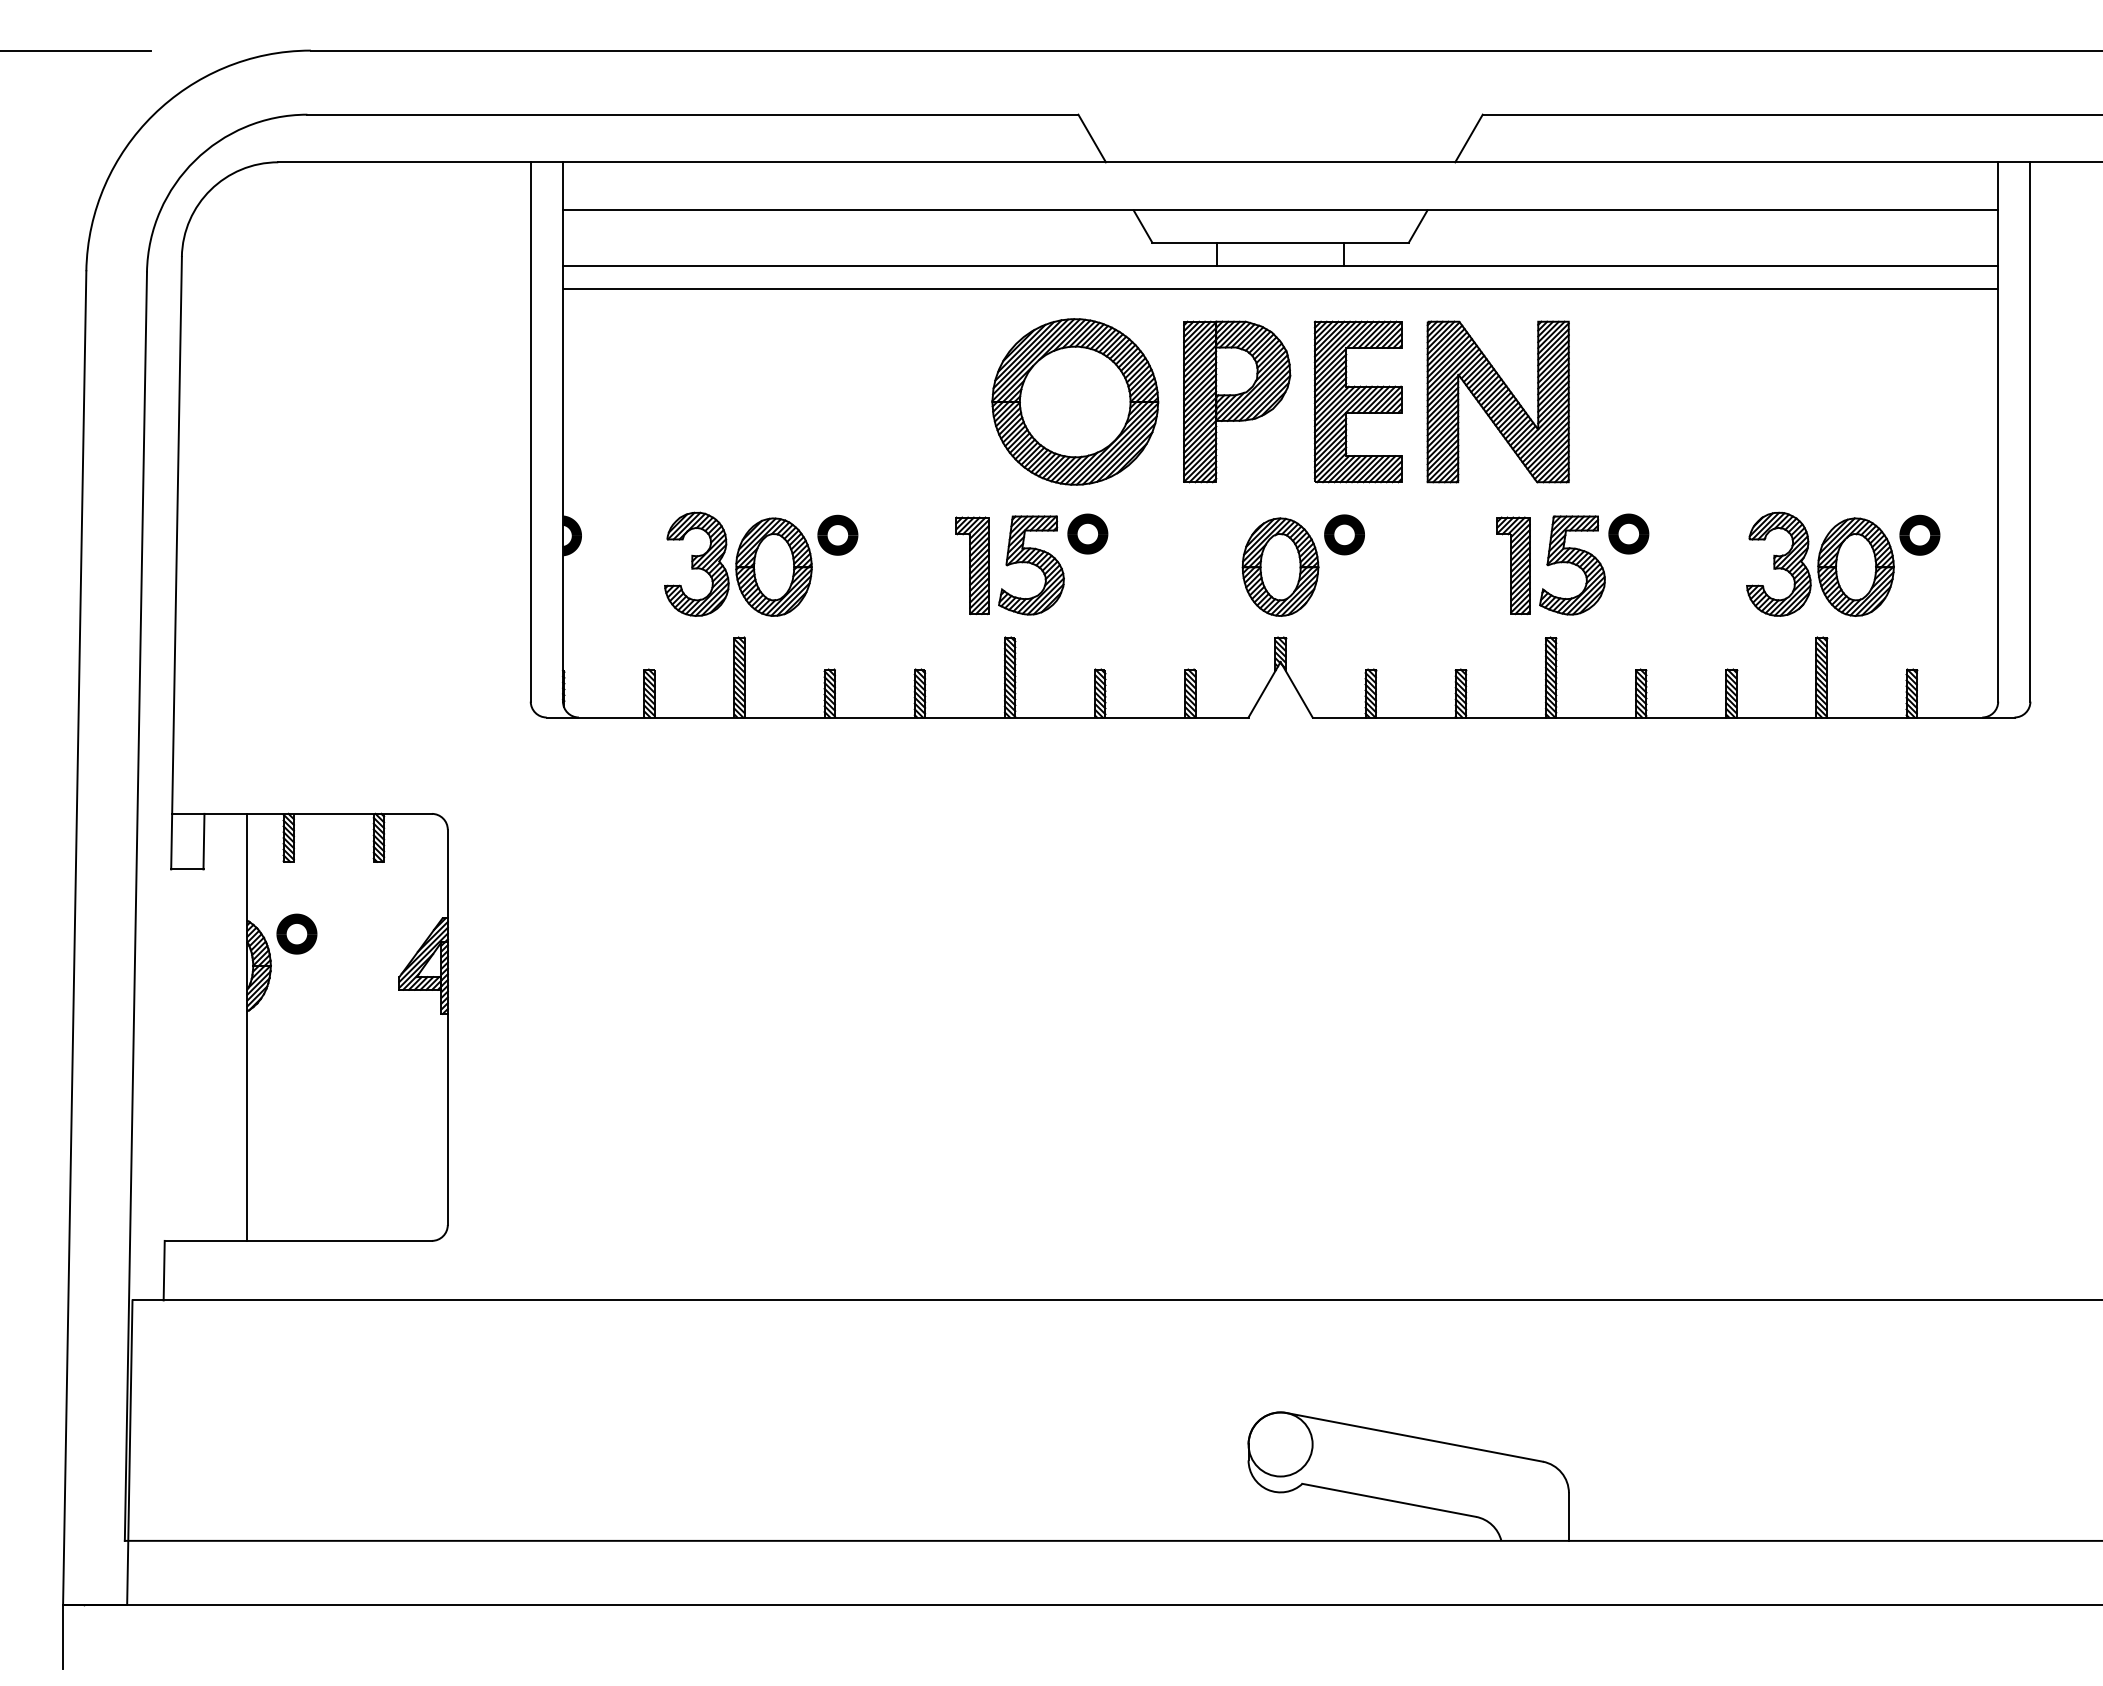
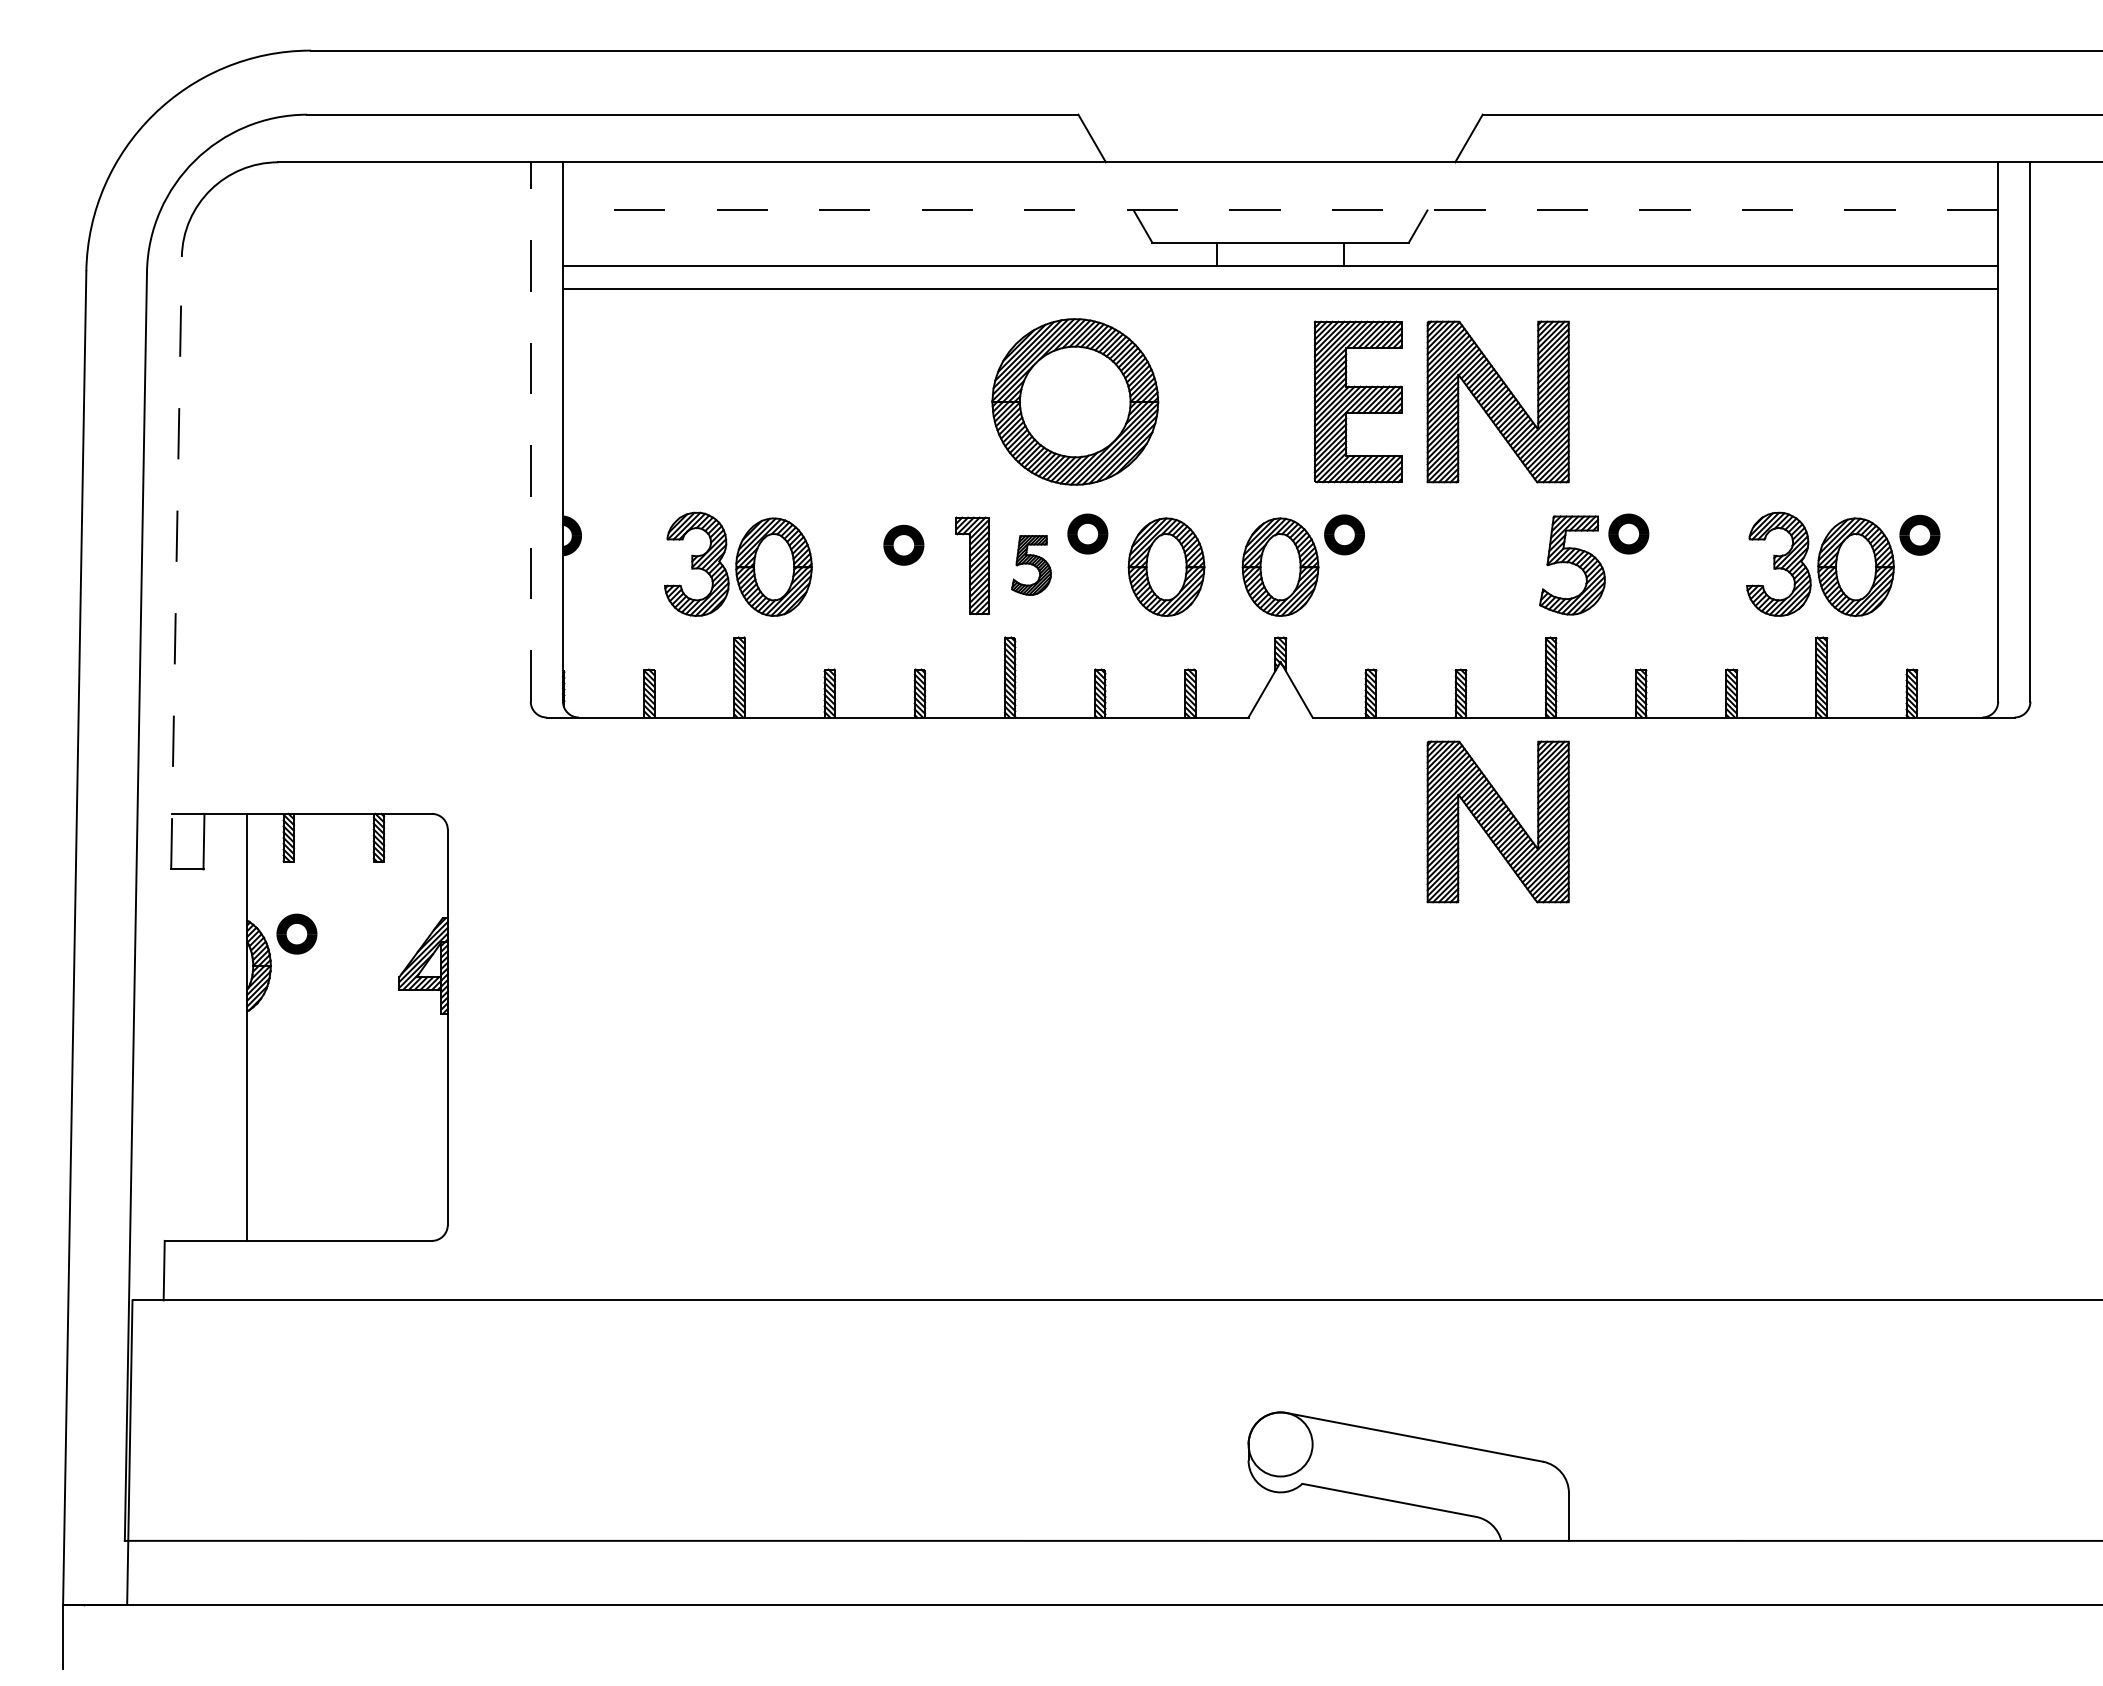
line at (76, 50): present -> none
line at (1280, 210): solid -> dashed
part at (1237, 401): present -> none
line at (530, 431): solid -> dashed
part at (837, 534) position: (837, 534) -> (903, 544)
line at (176, 562): solid -> dashed
part at (1031, 565) size: 67x101 px -> 41x61 px
part at (1513, 565): present -> none
part at (1166, 566): none -> present
part at (1497, 821): none -> present
